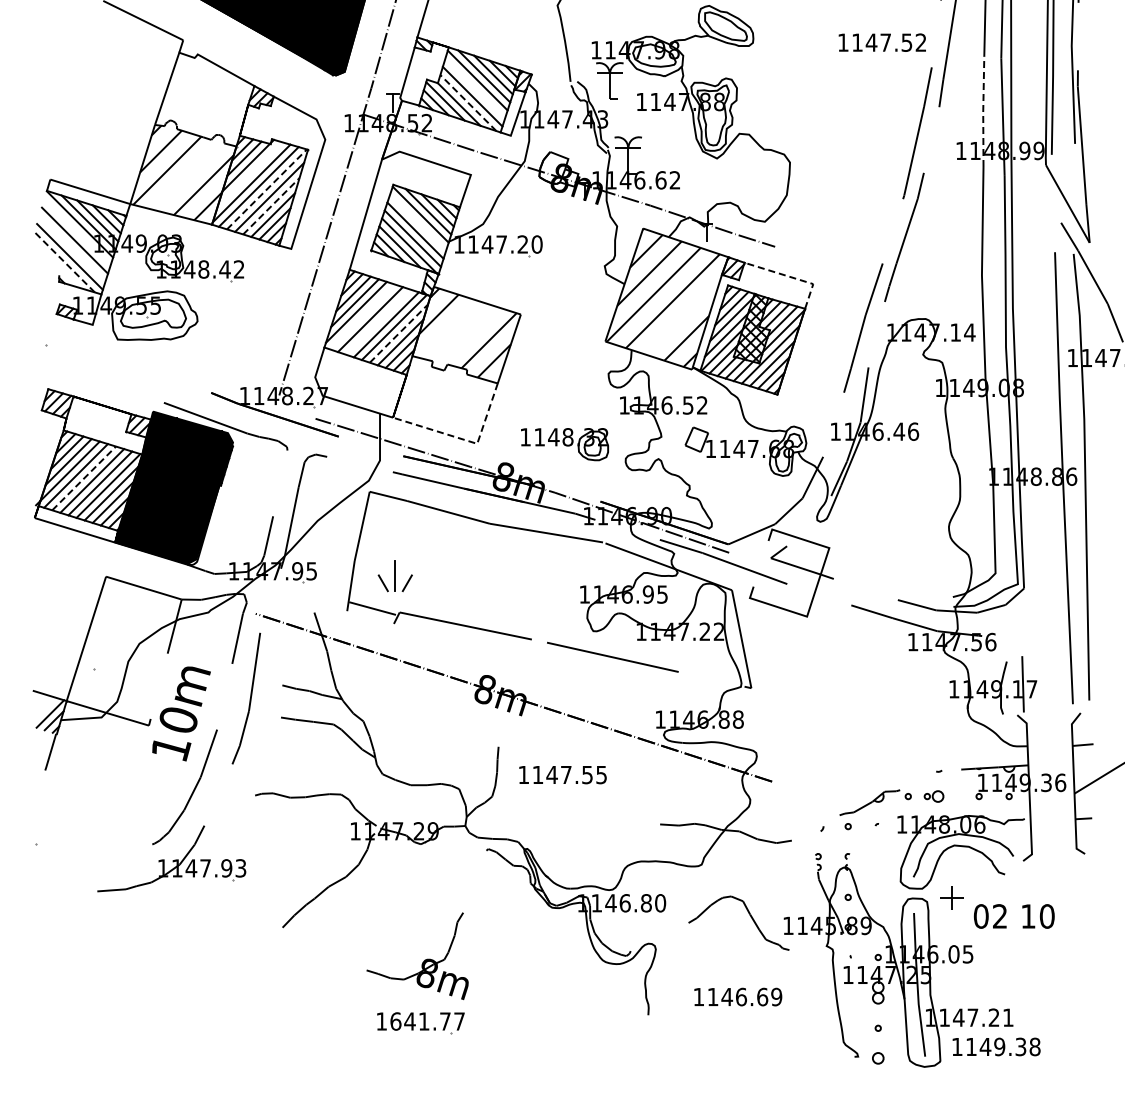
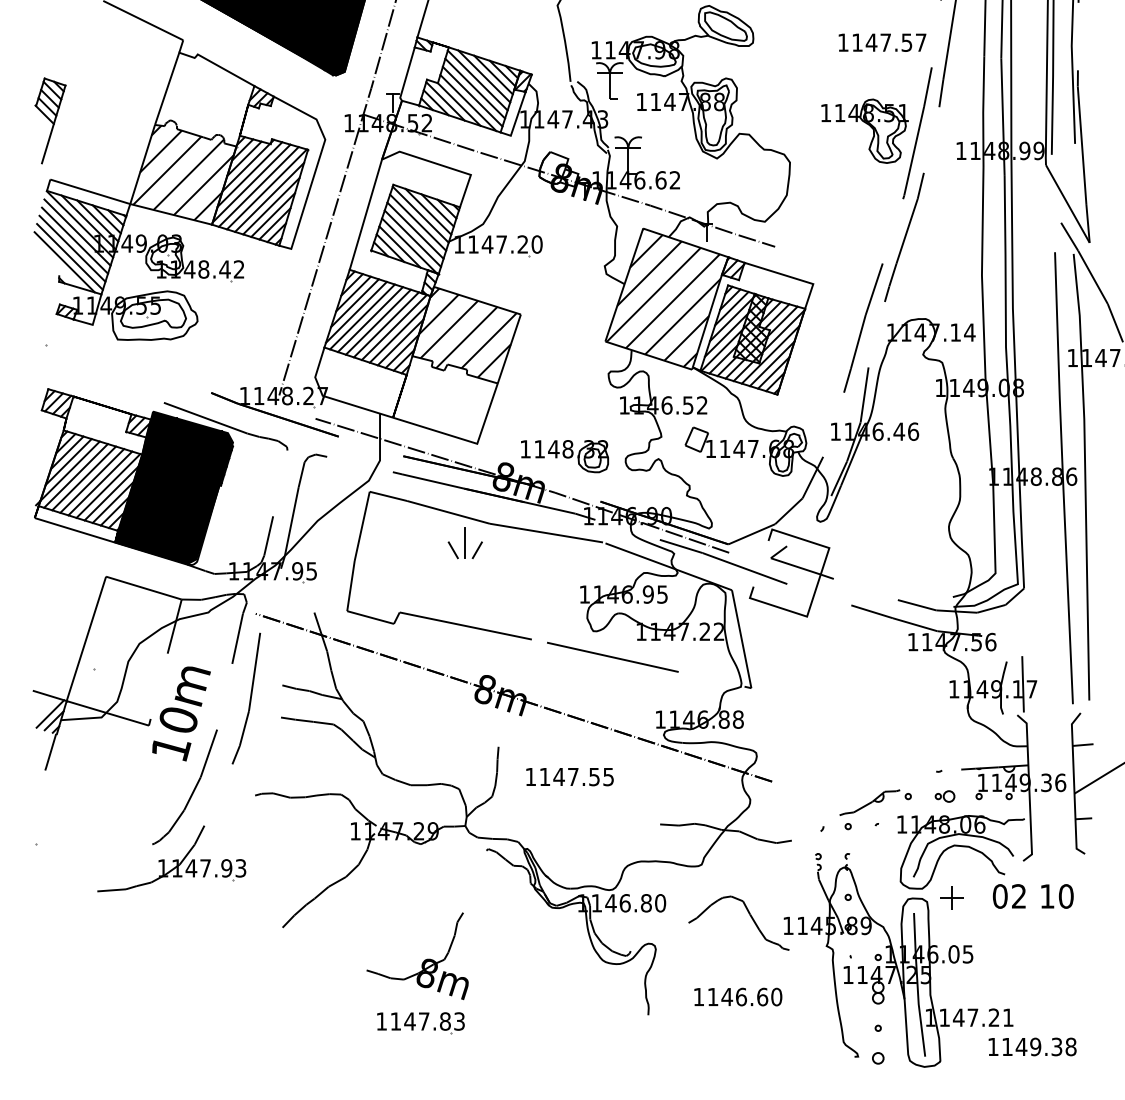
text at (920, 42): 1147.52 -> 1147.57
line at (475, 88): none -> present
line at (468, 103): dashed -> solid
line at (983, 112): dashed -> solid
part at (50, 120): none -> present
part at (866, 124): none -> present
line at (188, 174): none -> present
line at (249, 174): none -> present
line at (266, 189): dashed -> solid
line at (271, 206): dashed -> solid
line at (418, 222): none -> present
line at (77, 232): none -> present
line at (72, 248): none -> present
line at (64, 262): dashed -> solid
line at (792, 277): dashed -> solid
line at (362, 316): none -> present
line at (682, 316): none -> present
line at (377, 321): none -> present
line at (449, 329): none -> present
line at (399, 333): dashed -> solid
line at (466, 337): none -> present
line at (465, 440): dashed -> solid
part at (564, 444) position: (564, 444) -> (564, 456)
line at (84, 478): dashed -> solid
part at (394, 576) position: (394, 576) -> (464, 543)
line at (372, 608) position: (372, 608) -> (370, 617)
text at (562, 775) position: (562, 775) -> (569, 777)
part at (933, 796) position: (933, 796) -> (944, 796)
text at (1013, 916) position: (1013, 916) -> (1032, 896)
text at (776, 997): 1146.69 -> 1146.60
text at (427, 1021): 1641.77 -> 1147.83
text at (996, 1046) position: (996, 1046) -> (1032, 1046)
